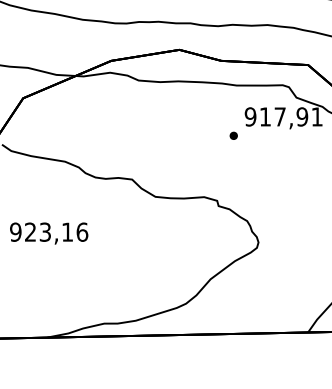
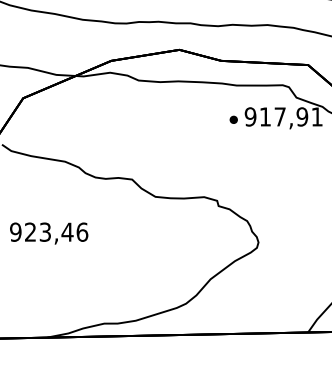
part at (233, 135) position: (233, 135) -> (233, 119)
text at (67, 231): 923,16 -> 923,46
